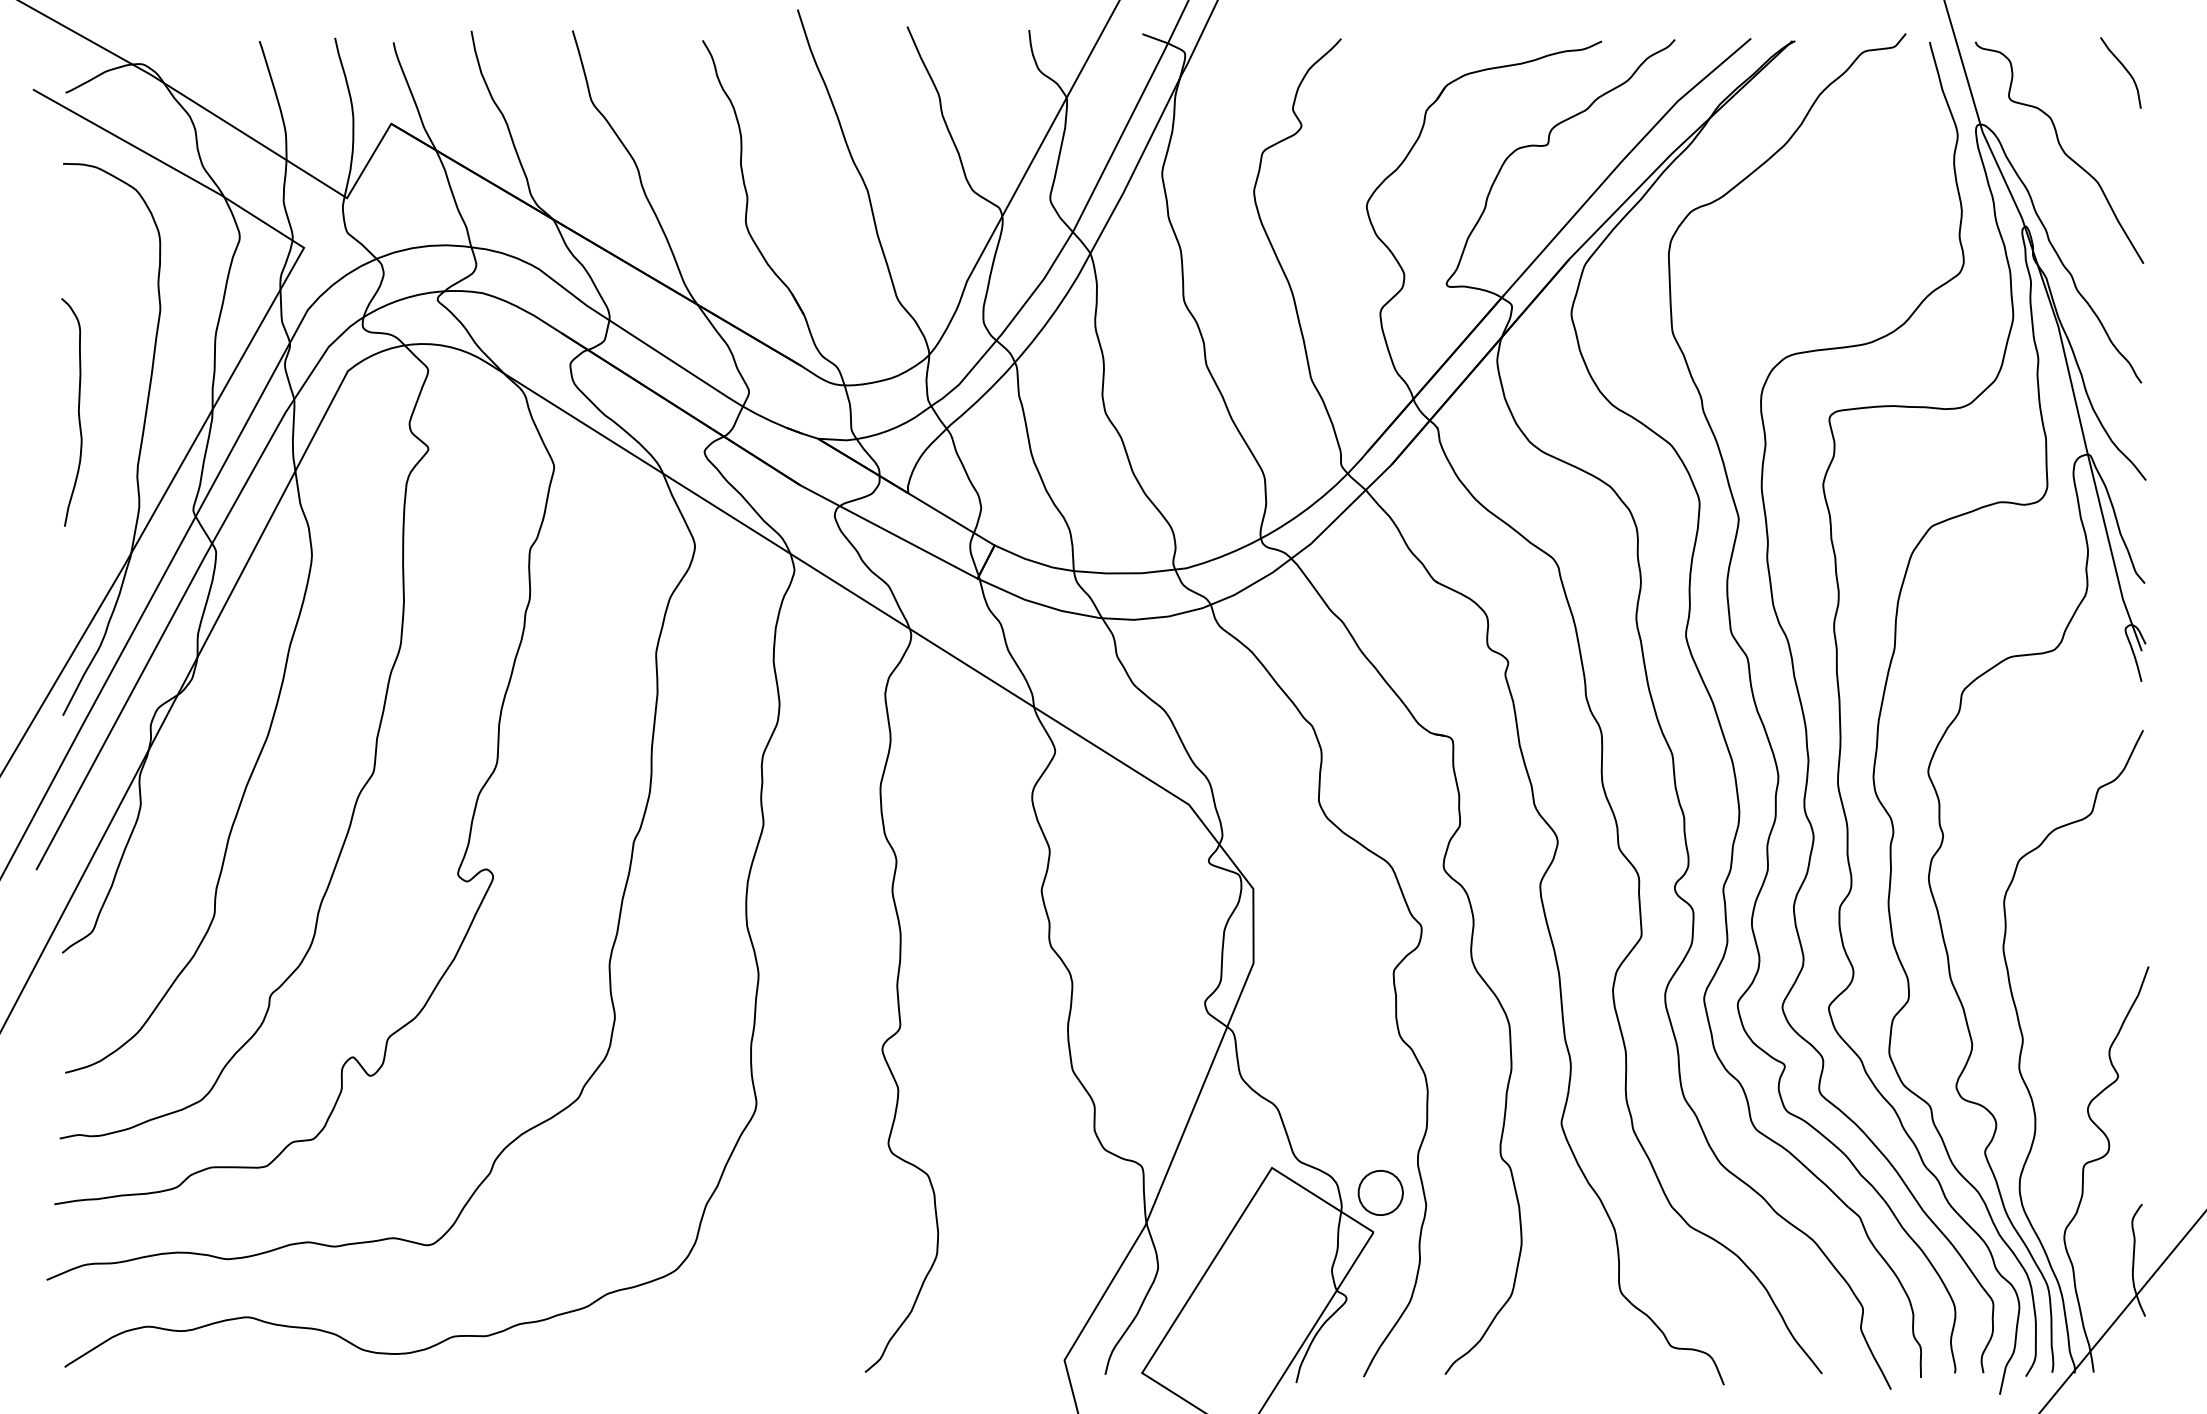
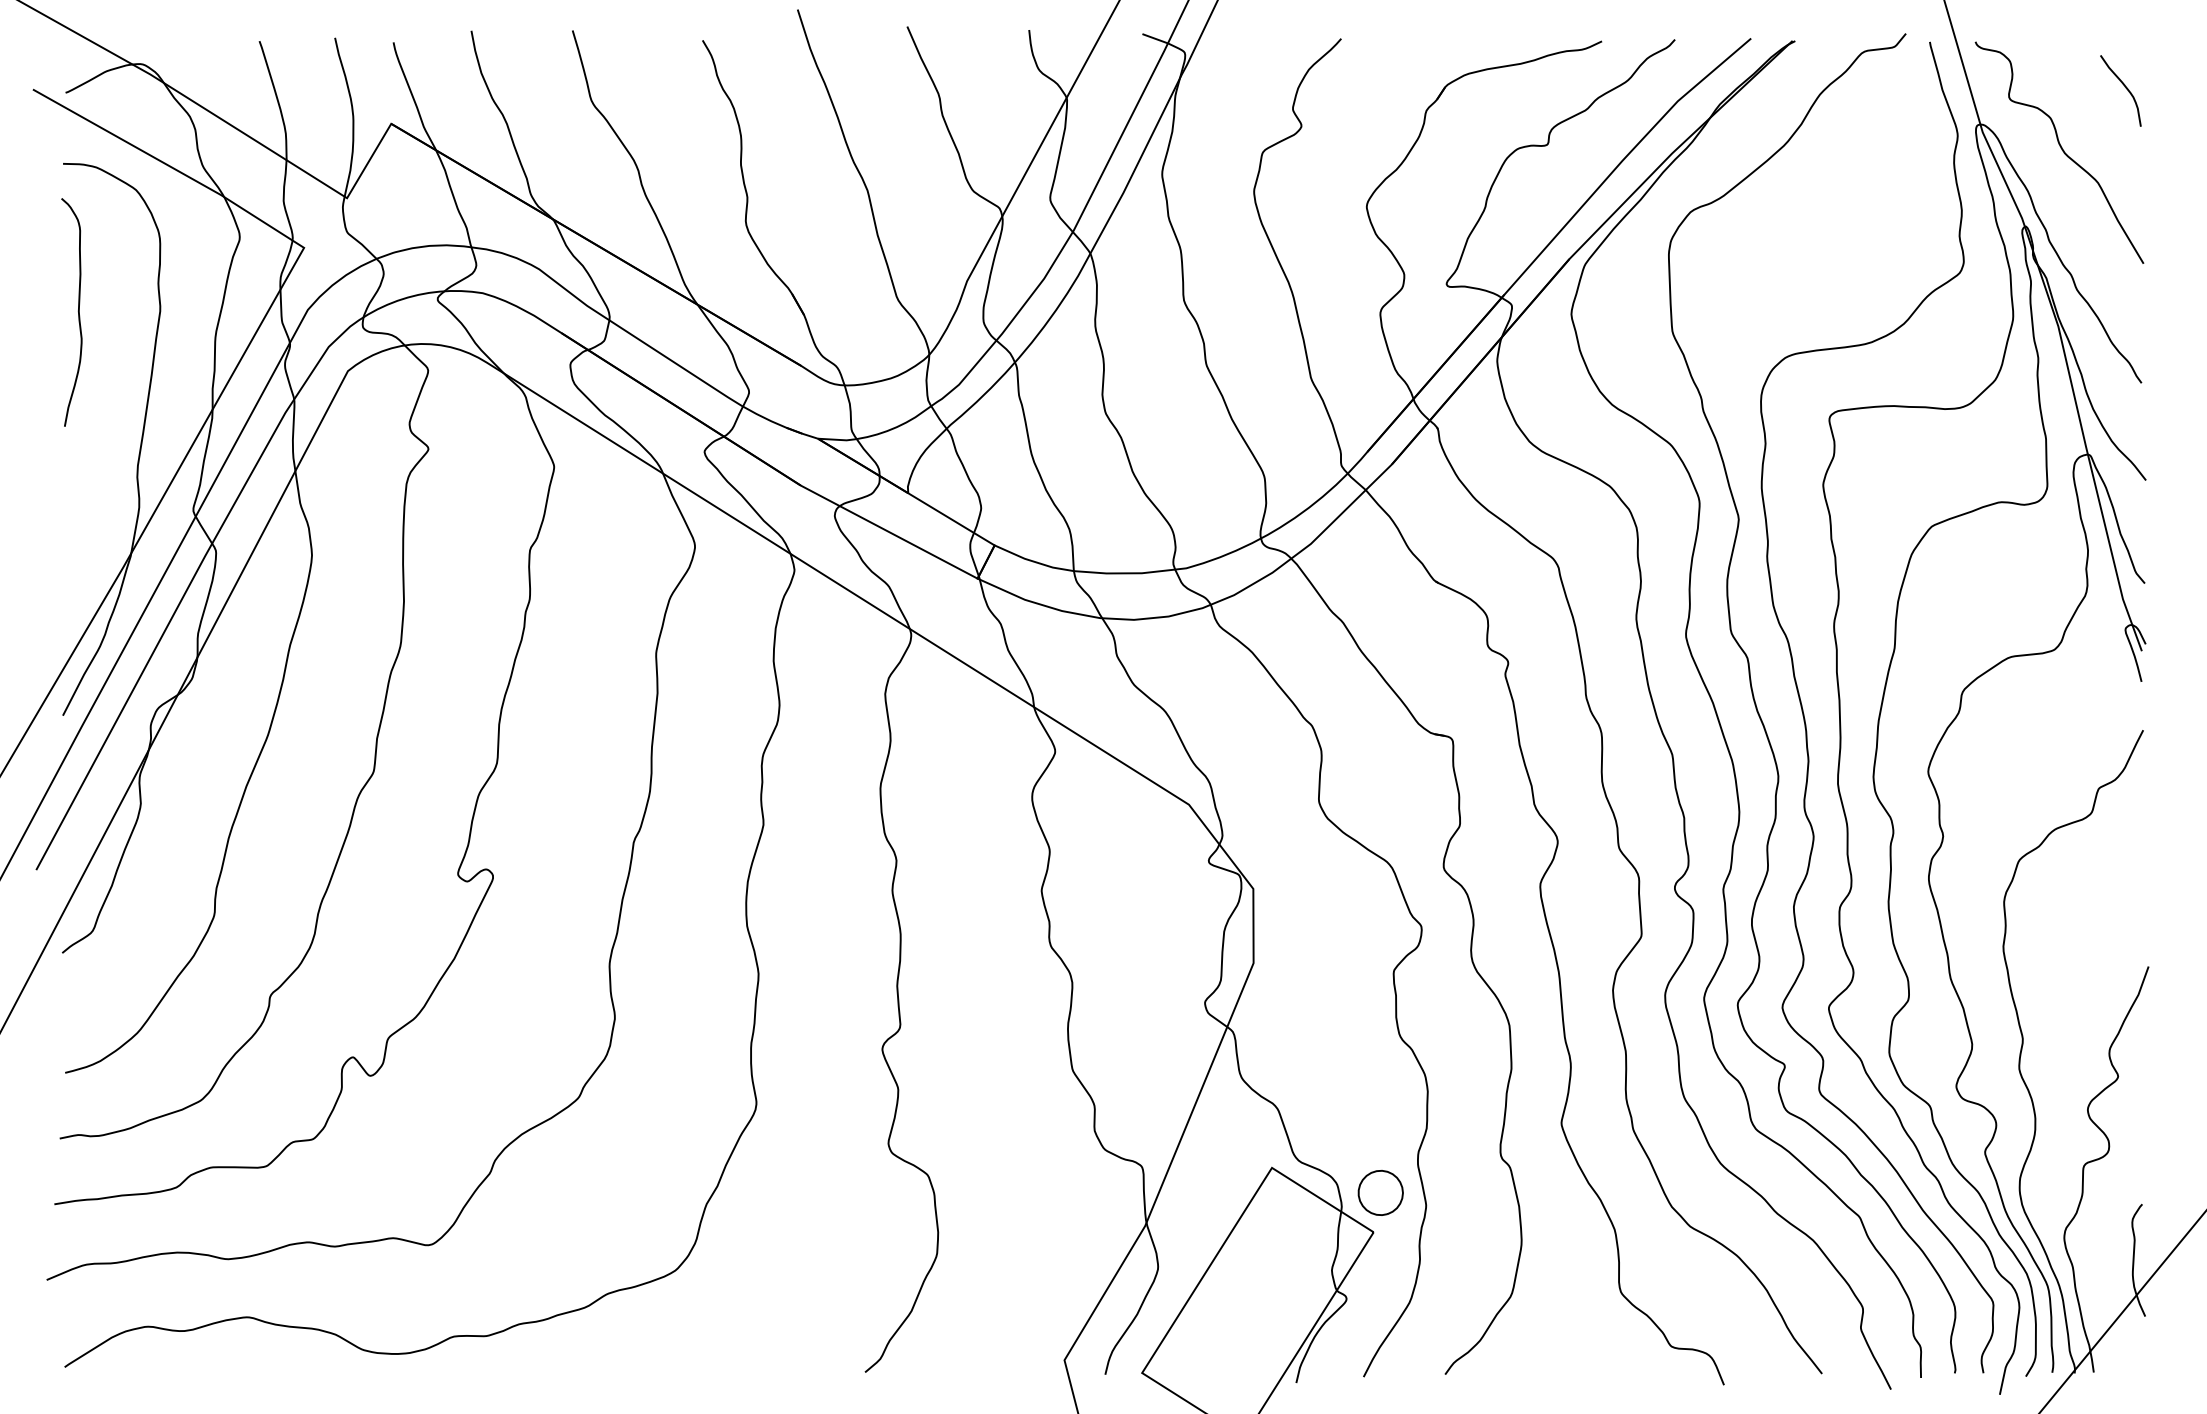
curve at (2125, 70) position: (2125, 70) -> (2125, 88)
curve at (77, 411) position: (77, 411) -> (77, 311)
